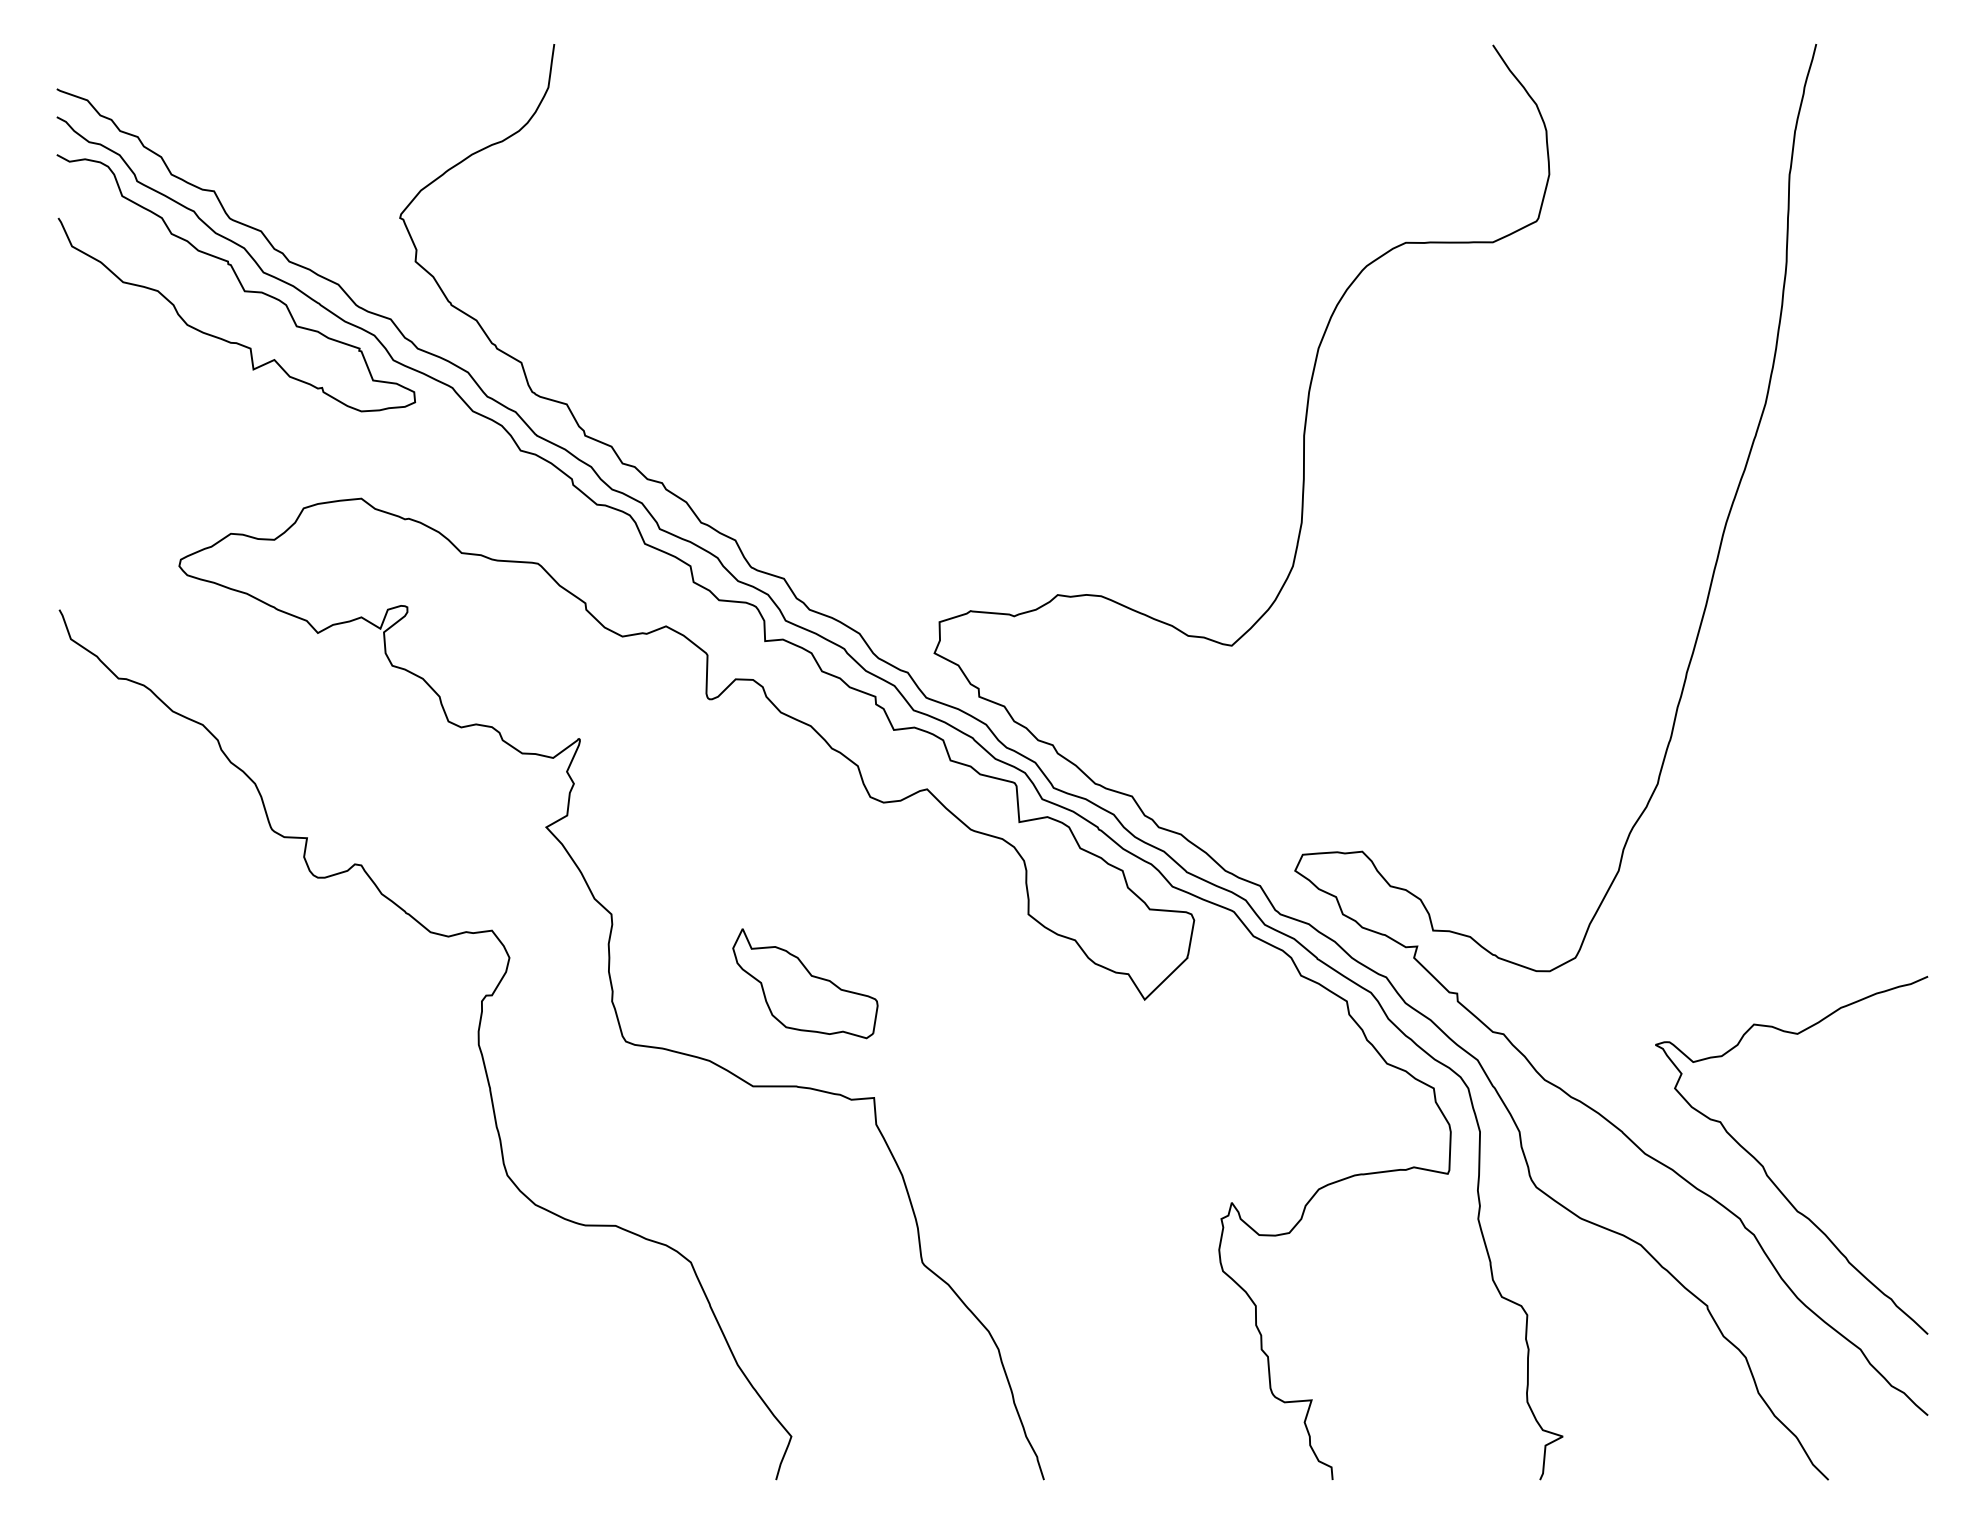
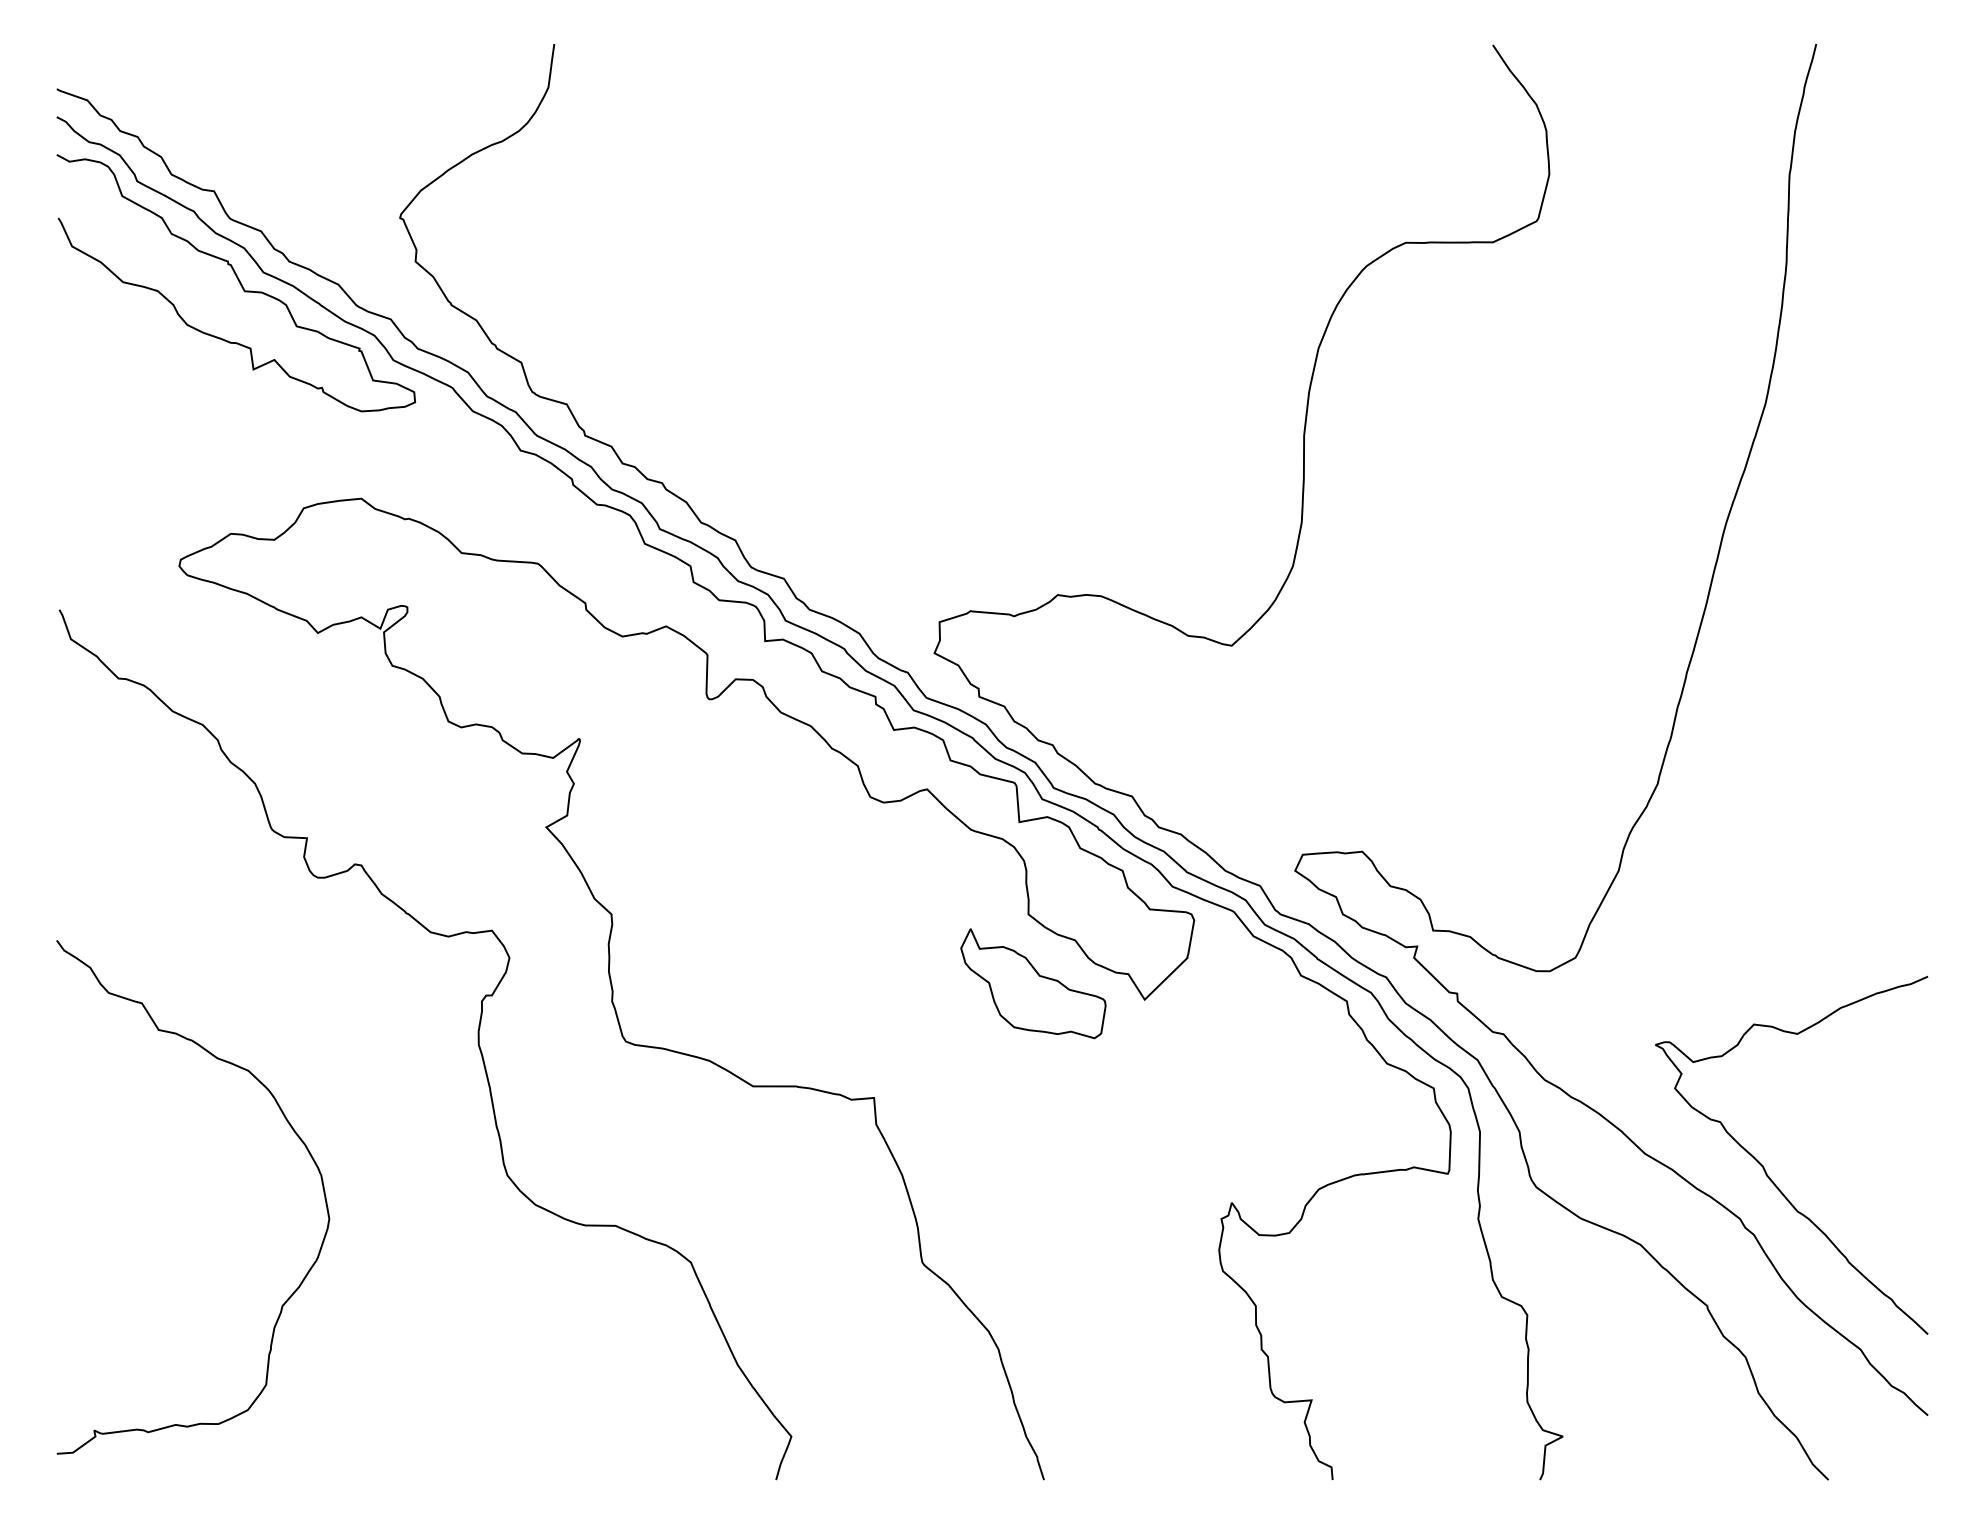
part at (805, 983) position: (805, 983) -> (1033, 983)
curve at (290, 1127): none -> present
